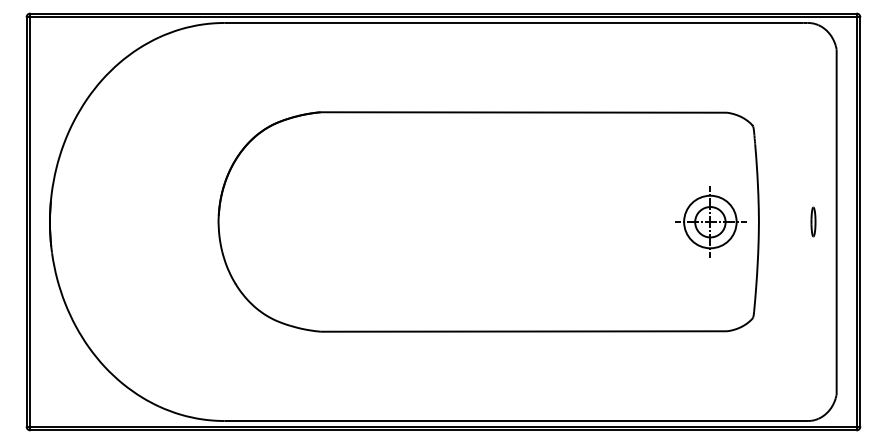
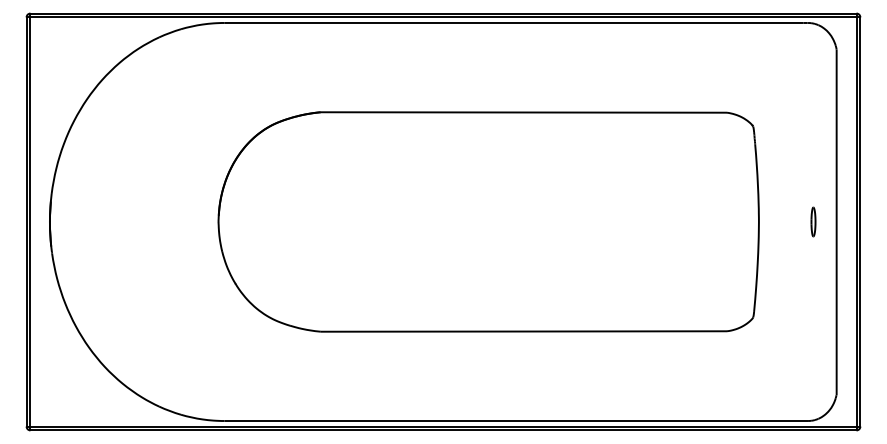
part at (710, 221): present -> none
